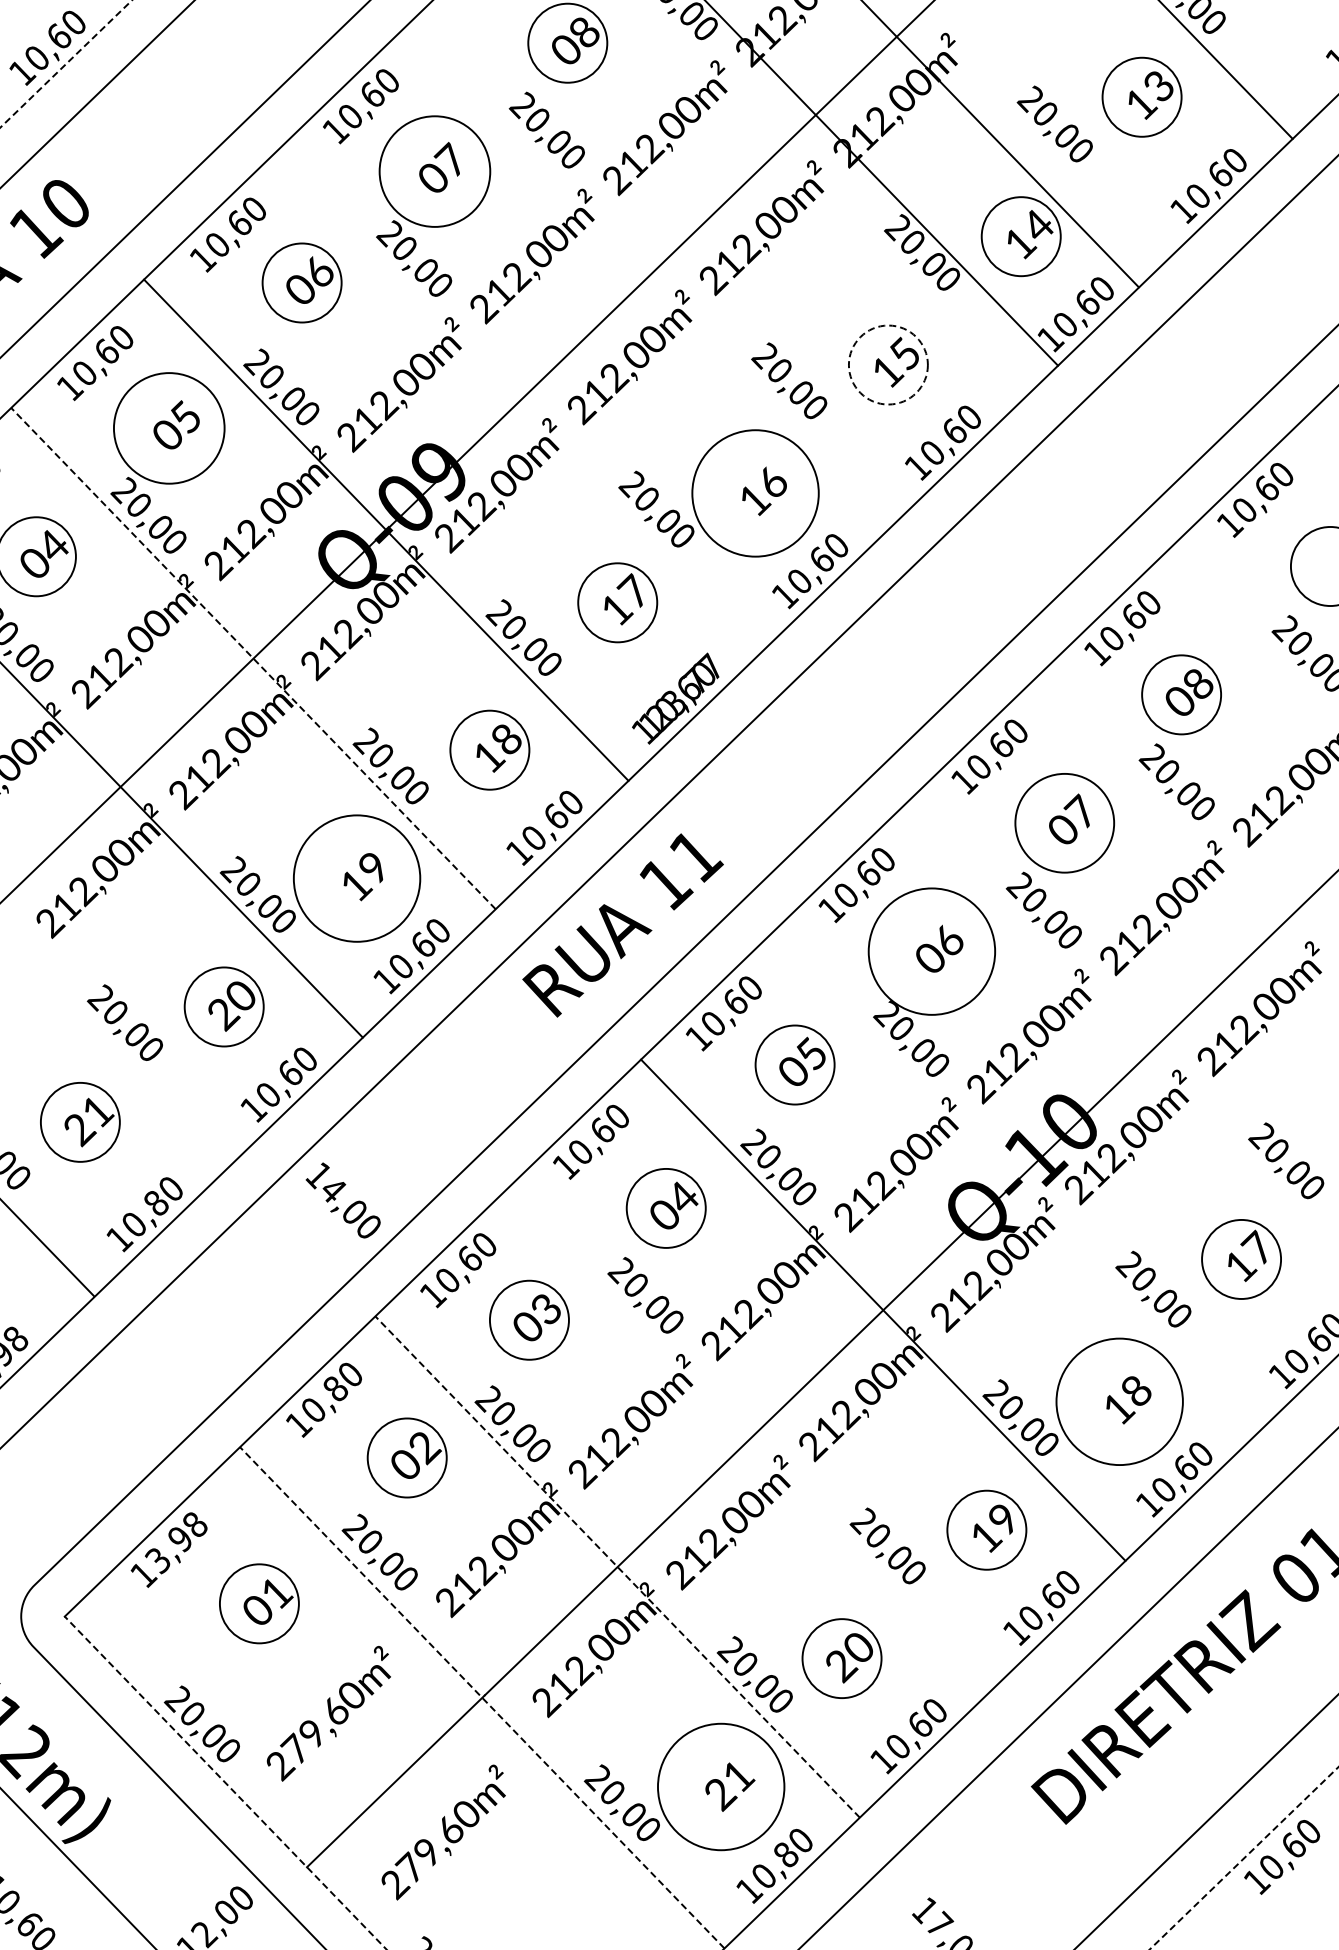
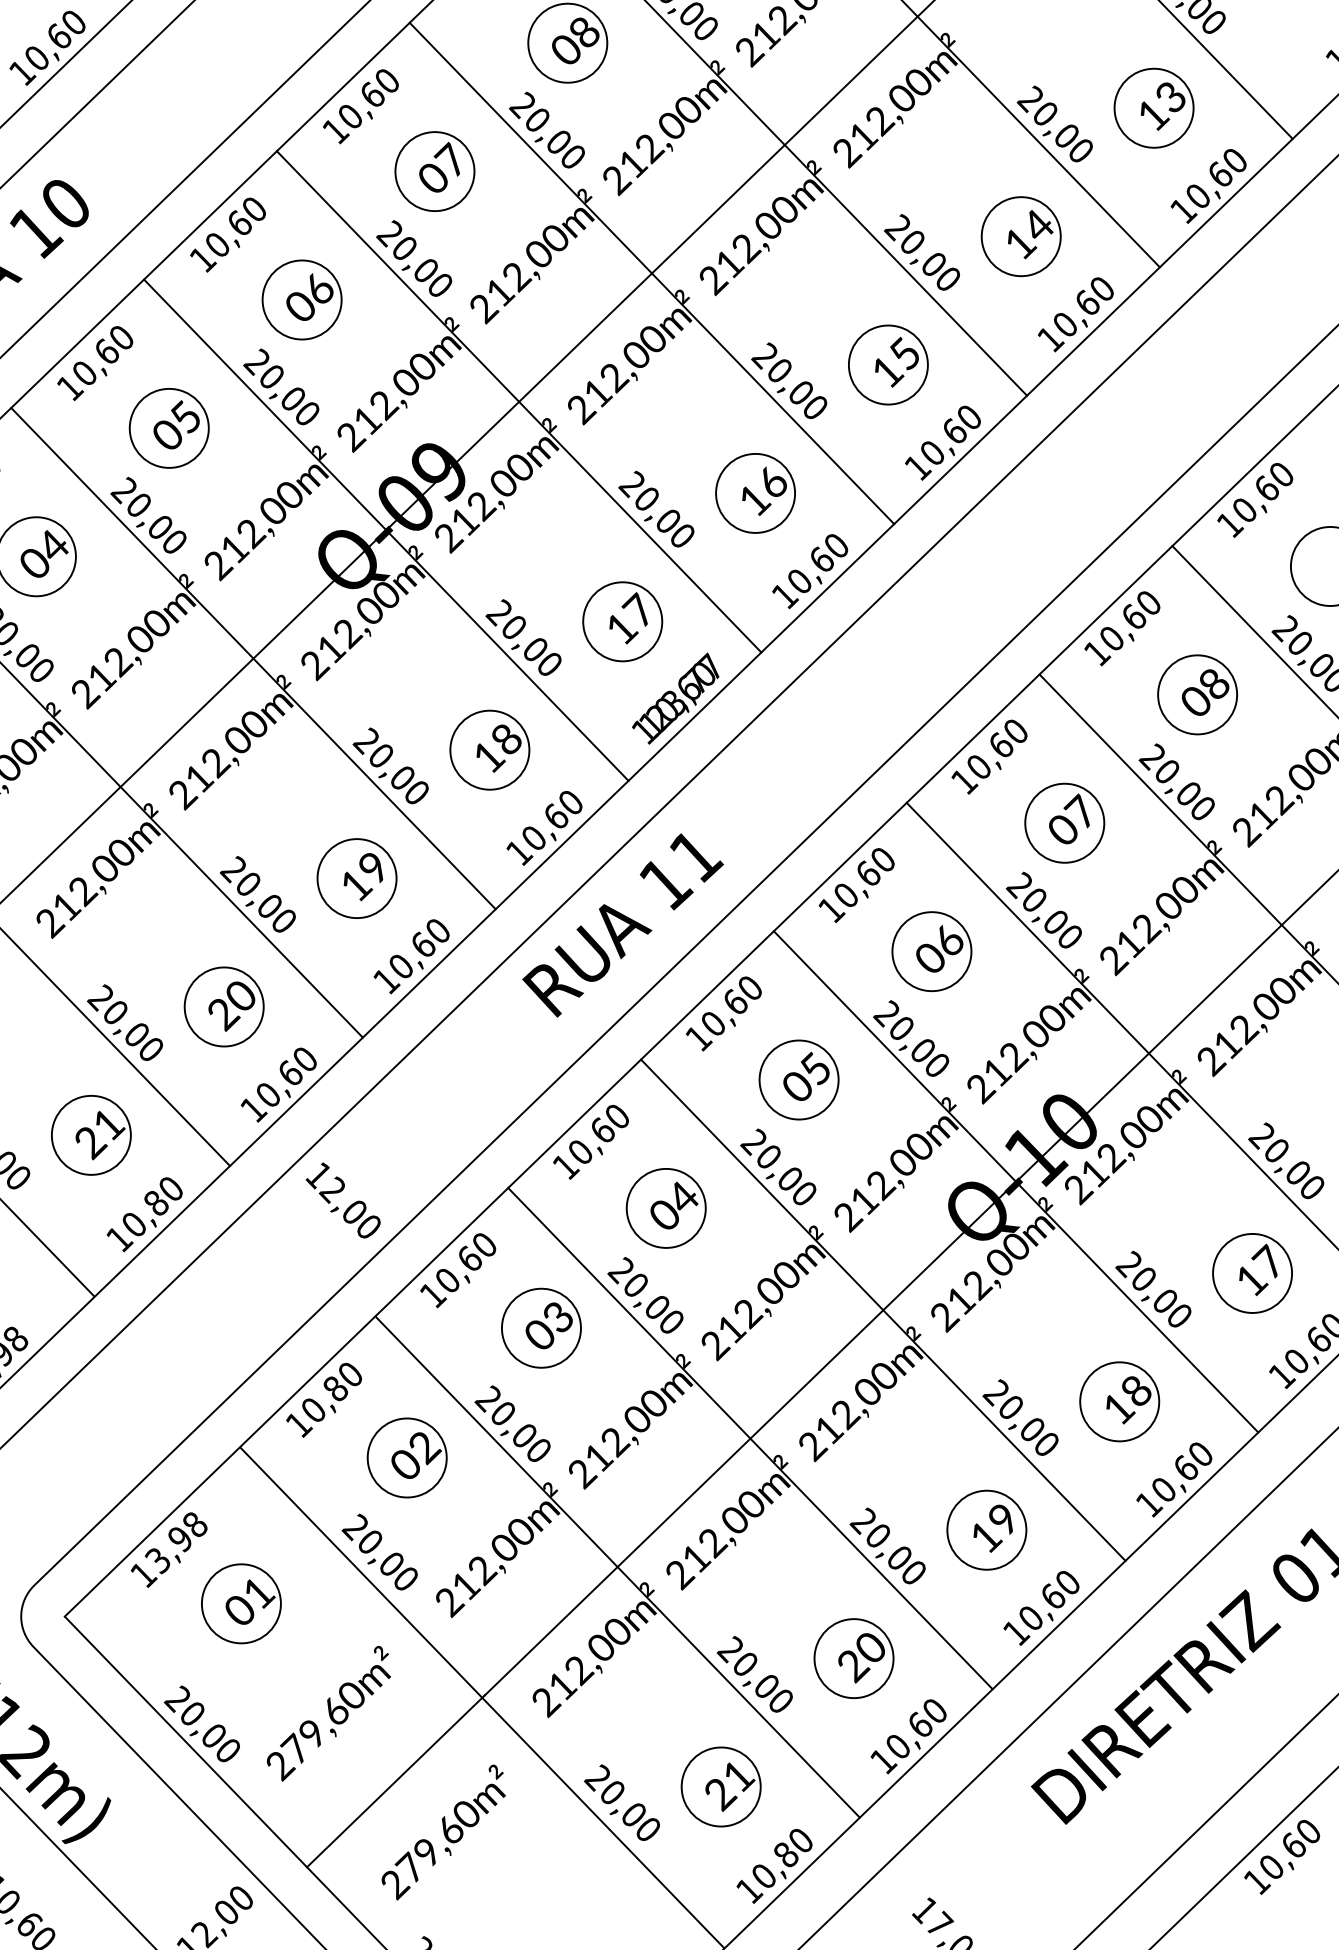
line at (65, 64): dashed -> solid
part at (1141, 96) position: (1141, 96) -> (1153, 107)
line at (1000, 144) position: (1000, 144) -> (1031, 134)
circle at (434, 171) diameter: 111 px -> 79 px
line at (882, 183) position: (882, 183) -> (836, 198)
line at (651, 273): none -> present
part at (301, 282) position: (301, 282) -> (301, 299)
circle at (887, 364): dashed -> solid
line at (518, 401): none -> present
circle at (168, 428) diameter: 111 px -> 79 px
circle at (755, 493) diameter: 126 px -> 79 px
part at (617, 602) position: (617, 602) -> (622, 621)
line at (1253, 630): none -> present
line at (253, 658): dashed -> solid
part at (1181, 694) position: (1181, 694) -> (1197, 694)
circle at (1064, 822) diameter: 99 px -> 79 px
line at (1187, 827): none -> present
circle at (356, 878) diameter: 126 px -> 79 px
circle at (931, 951) diameter: 126 px -> 79 px
line at (1120, 1024): none -> present
line at (116, 1048): none -> present
part at (794, 1064) position: (794, 1064) -> (798, 1079)
part at (80, 1122) position: (80, 1122) -> (91, 1135)
line at (1015, 1181): none -> present
text at (332, 1189): 14,00 -> 12,00
part at (1241, 1259) position: (1241, 1259) -> (1252, 1273)
part at (529, 1319) position: (529, 1319) -> (541, 1327)
circle at (1119, 1401) diameter: 126 px -> 79 px
line at (750, 1438): none -> present
line at (617, 1567): dashed -> solid
part at (259, 1603) position: (259, 1603) -> (241, 1603)
part at (841, 1658) position: (841, 1658) -> (853, 1658)
line at (482, 1697): dashed -> solid
line at (225, 1783): dashed -> solid
circle at (720, 1786) diameter: 126 px -> 79 px
line at (1243, 1858): dashed -> solid
